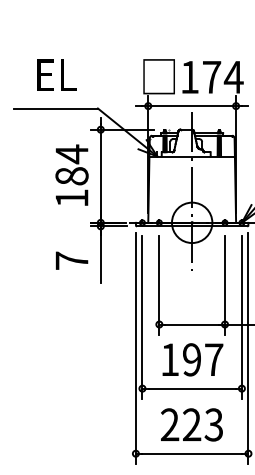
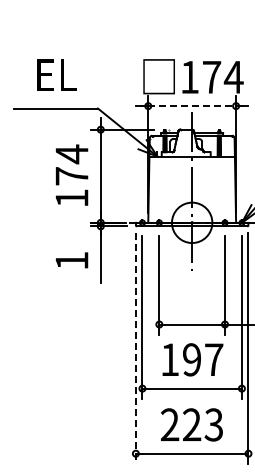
line at (192, 106): solid -> dashed
text at (71, 176): 184 -> 174
text at (71, 260): 7 -> 1
line at (135, 348): solid -> dashed
